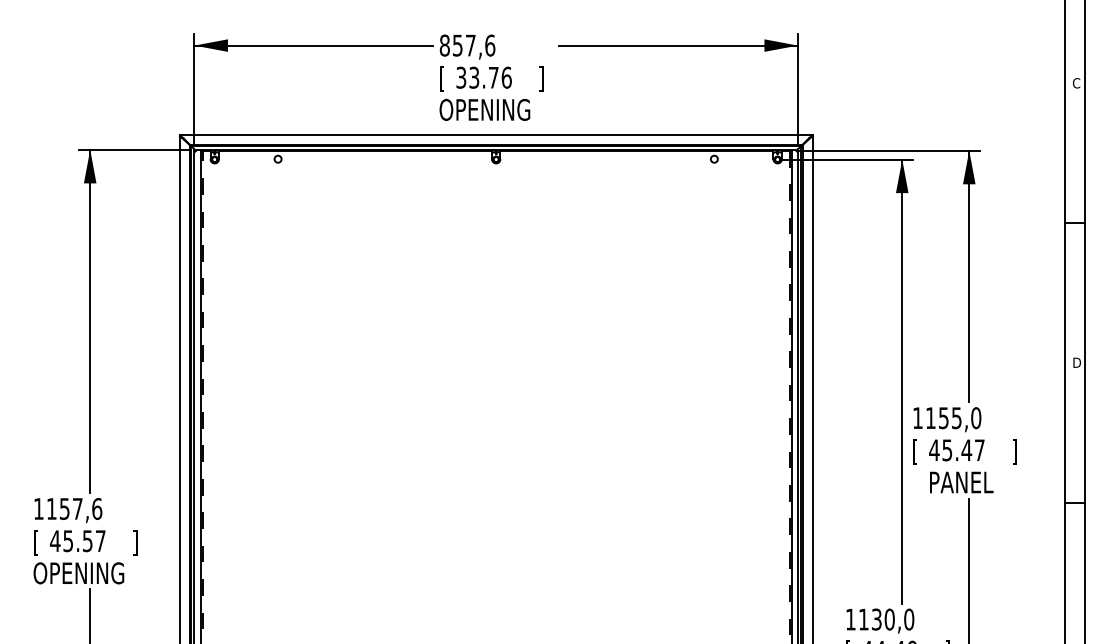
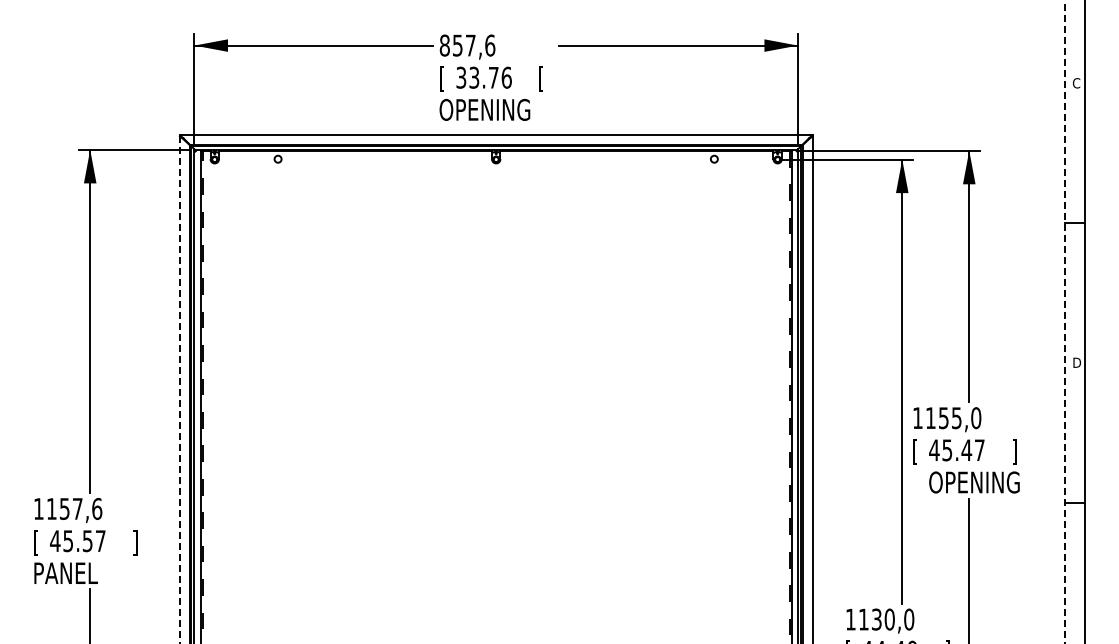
text at (541, 78): ] -> [
line at (1064, 321): solid -> dashed
line at (179, 389): solid -> dashed
text at (974, 482): PANEL -> OPENING
text at (78, 573): OPENING -> PANEL
